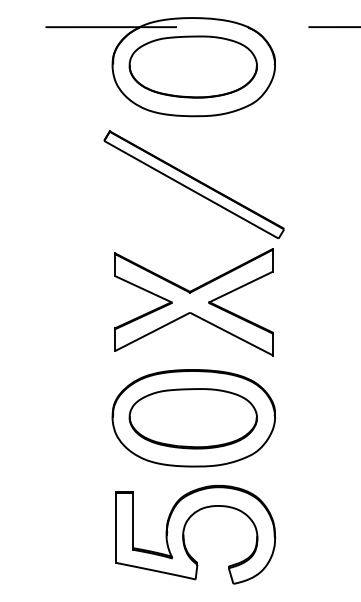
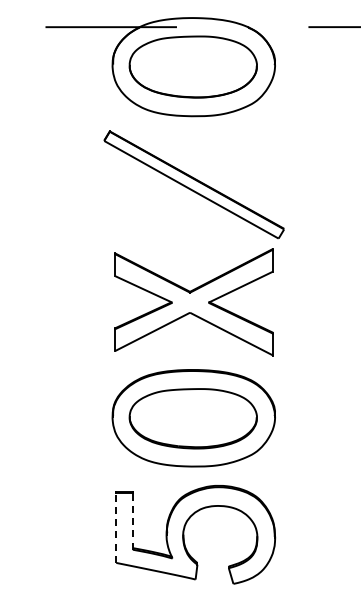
line at (132, 520): solid -> dashed
line at (116, 528): solid -> dashed
